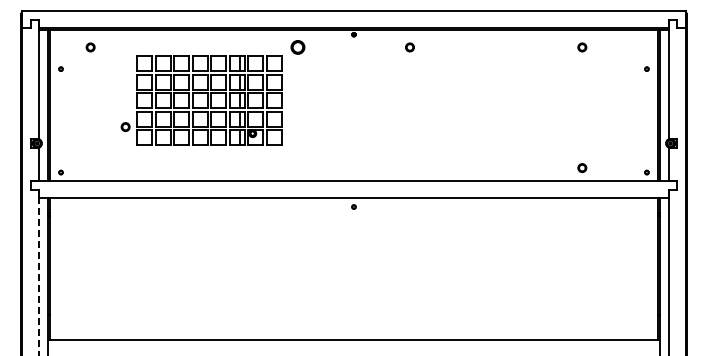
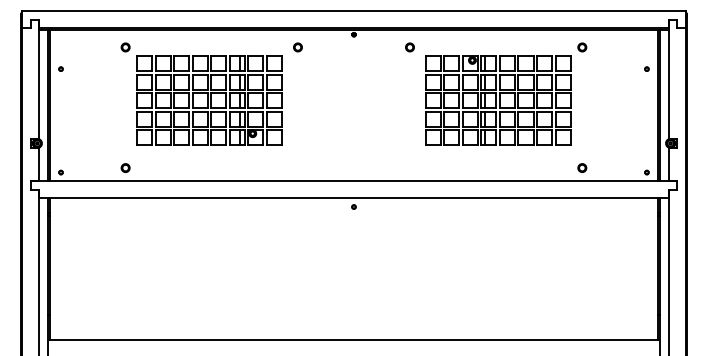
part at (90, 47) position: (90, 47) -> (125, 47)
part at (297, 47) size: 16x15 px -> 10x11 px
part at (498, 100): none -> present
part at (125, 126) position: (125, 126) -> (125, 167)
line at (39, 272): dashed -> solid
